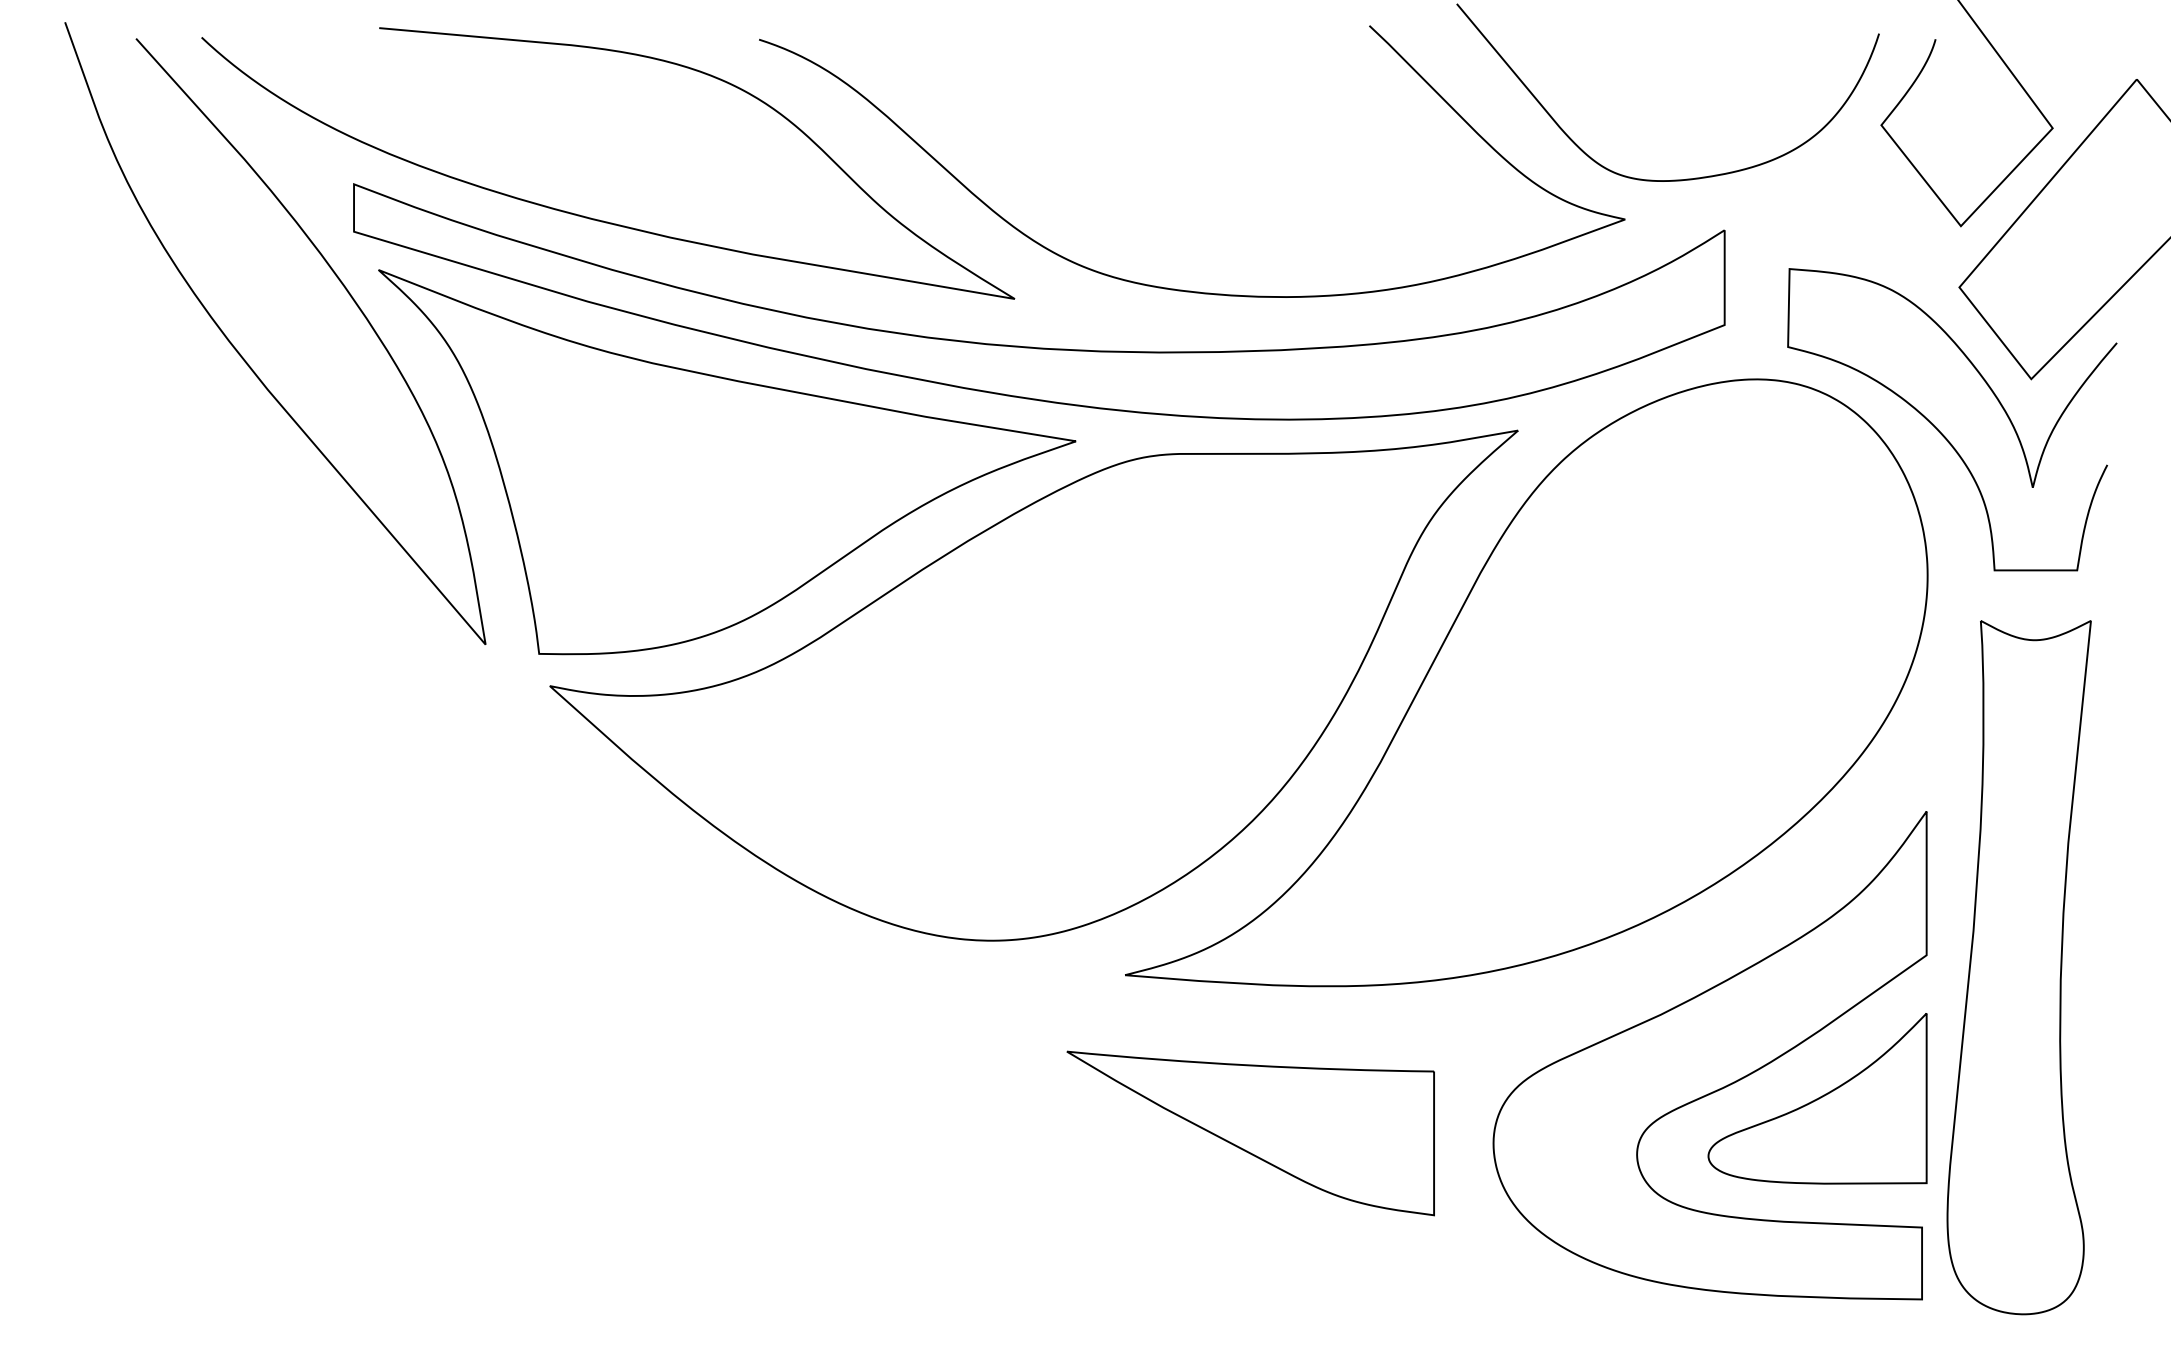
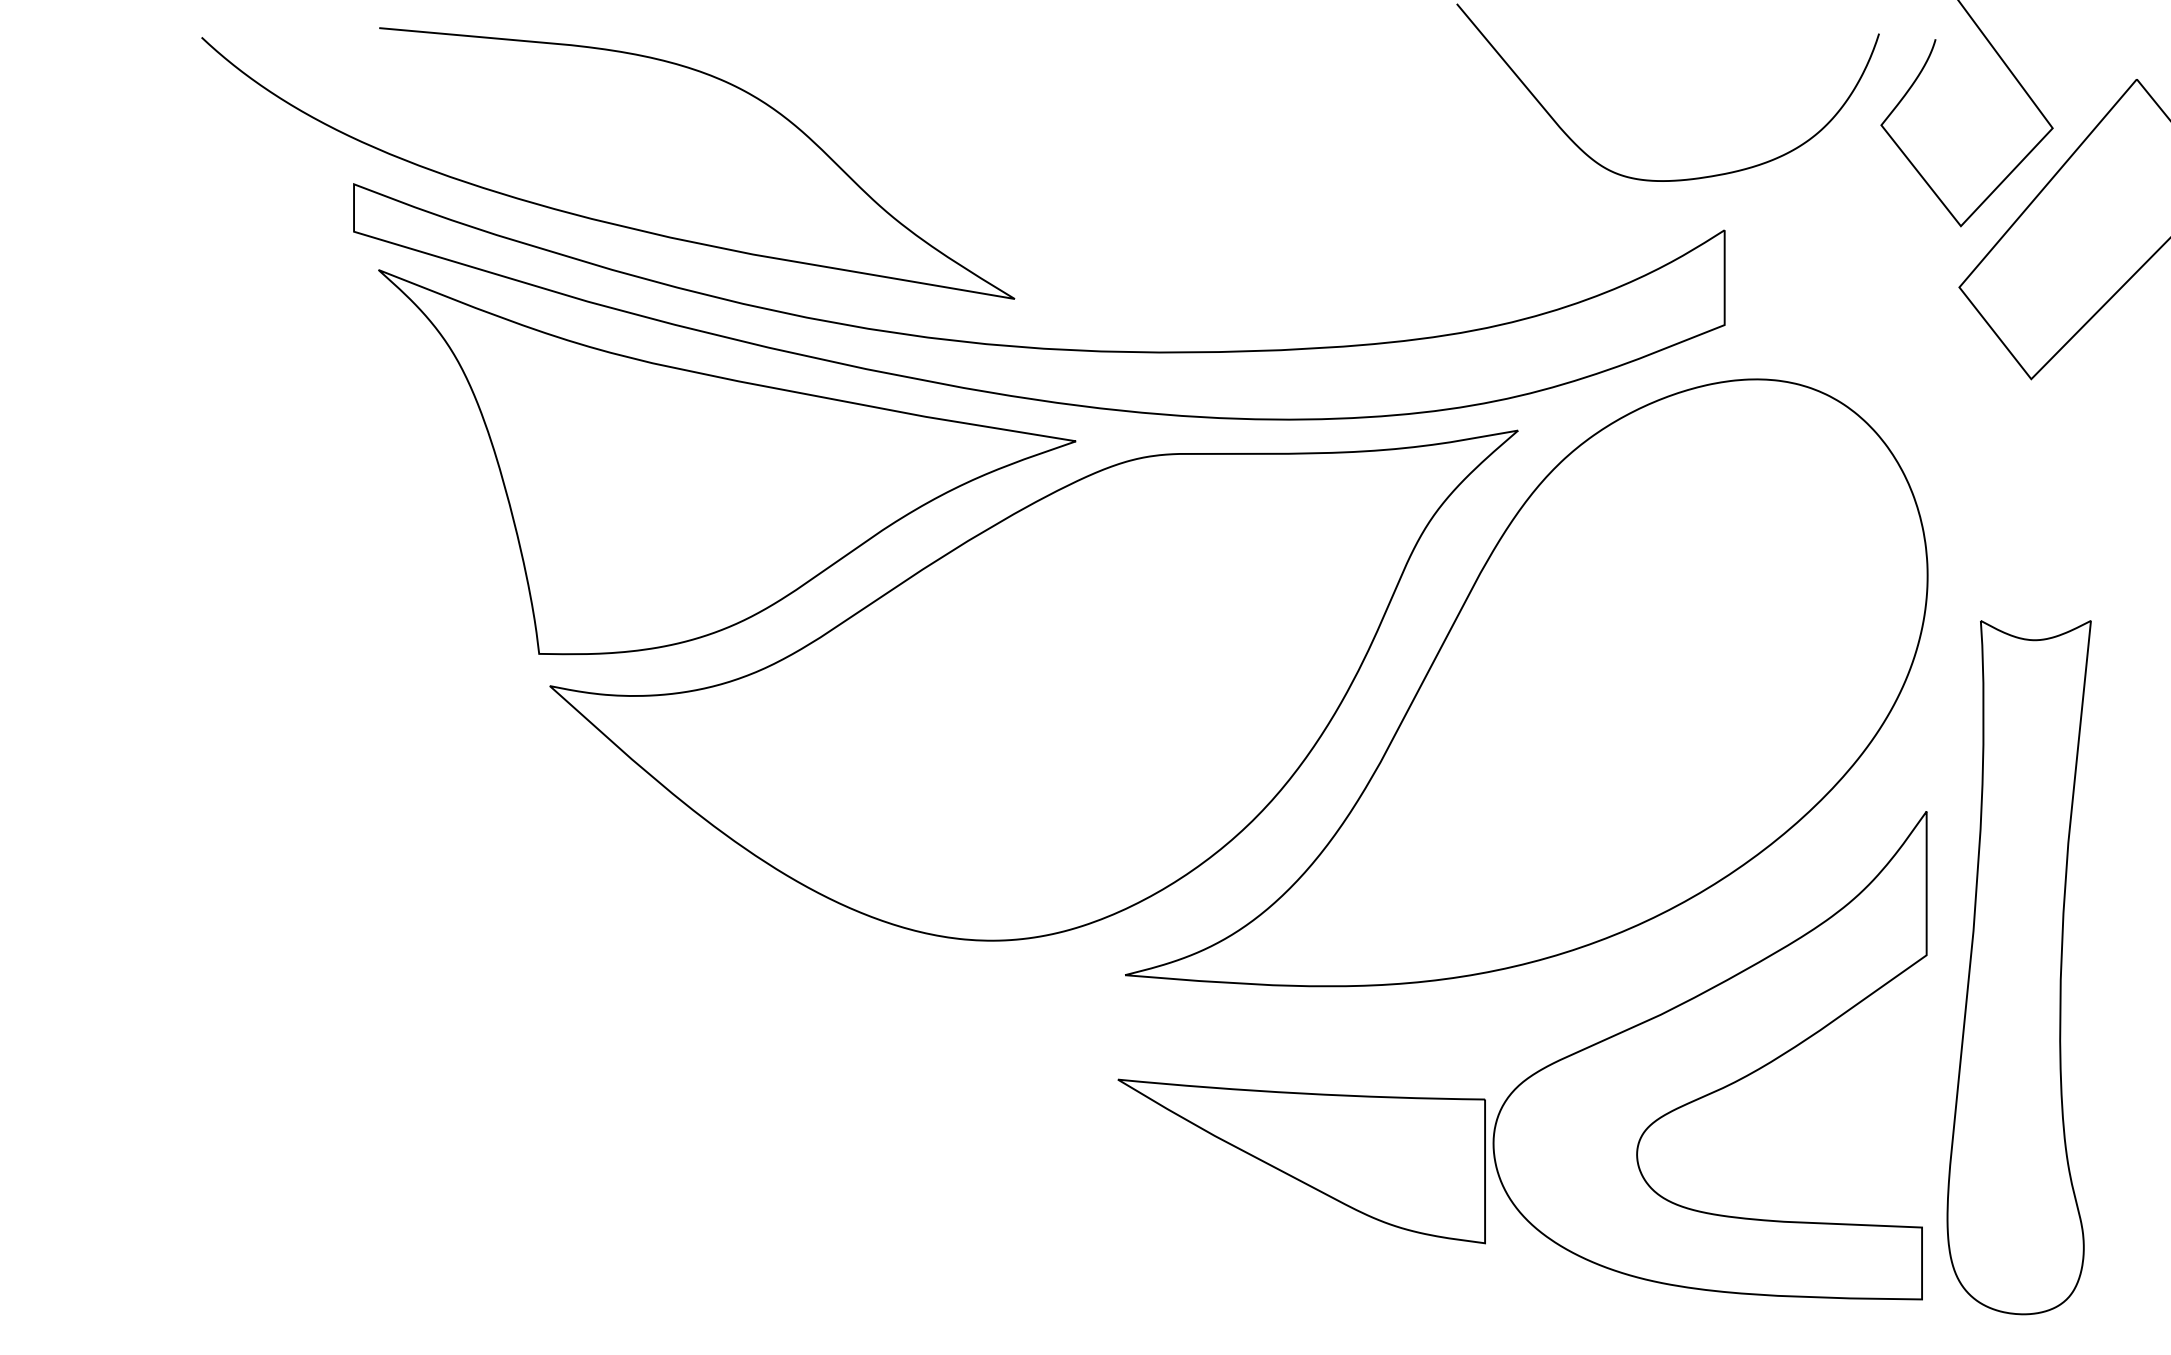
curve at (1174, 288): present -> none
curve at (244, 358): present -> none
curve at (1940, 431): present -> none
part at (1817, 1098): present -> none
part at (1250, 1133) position: (1250, 1133) -> (1301, 1161)
